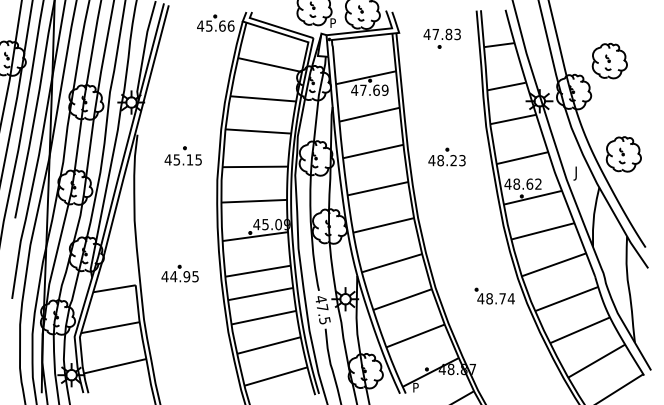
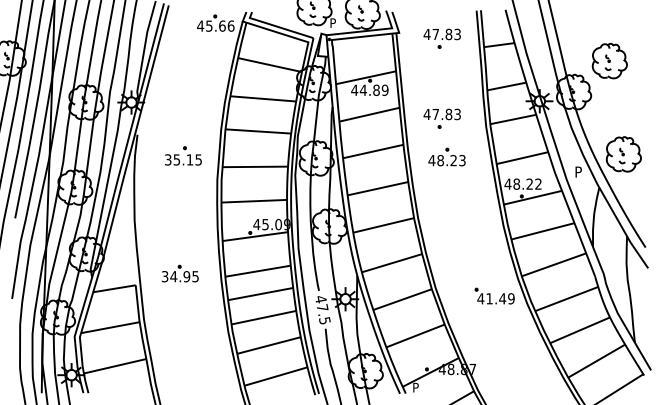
text at (369, 89): 47.69 -> 44.89
part at (441, 118): none -> present
text at (167, 159): 45.15 -> 35.15
text at (577, 173): J -> P
text at (529, 183): 48.62 -> 48.22
text at (164, 276): 44.95 -> 34.95
text at (500, 298): 48.74 -> 41.49
